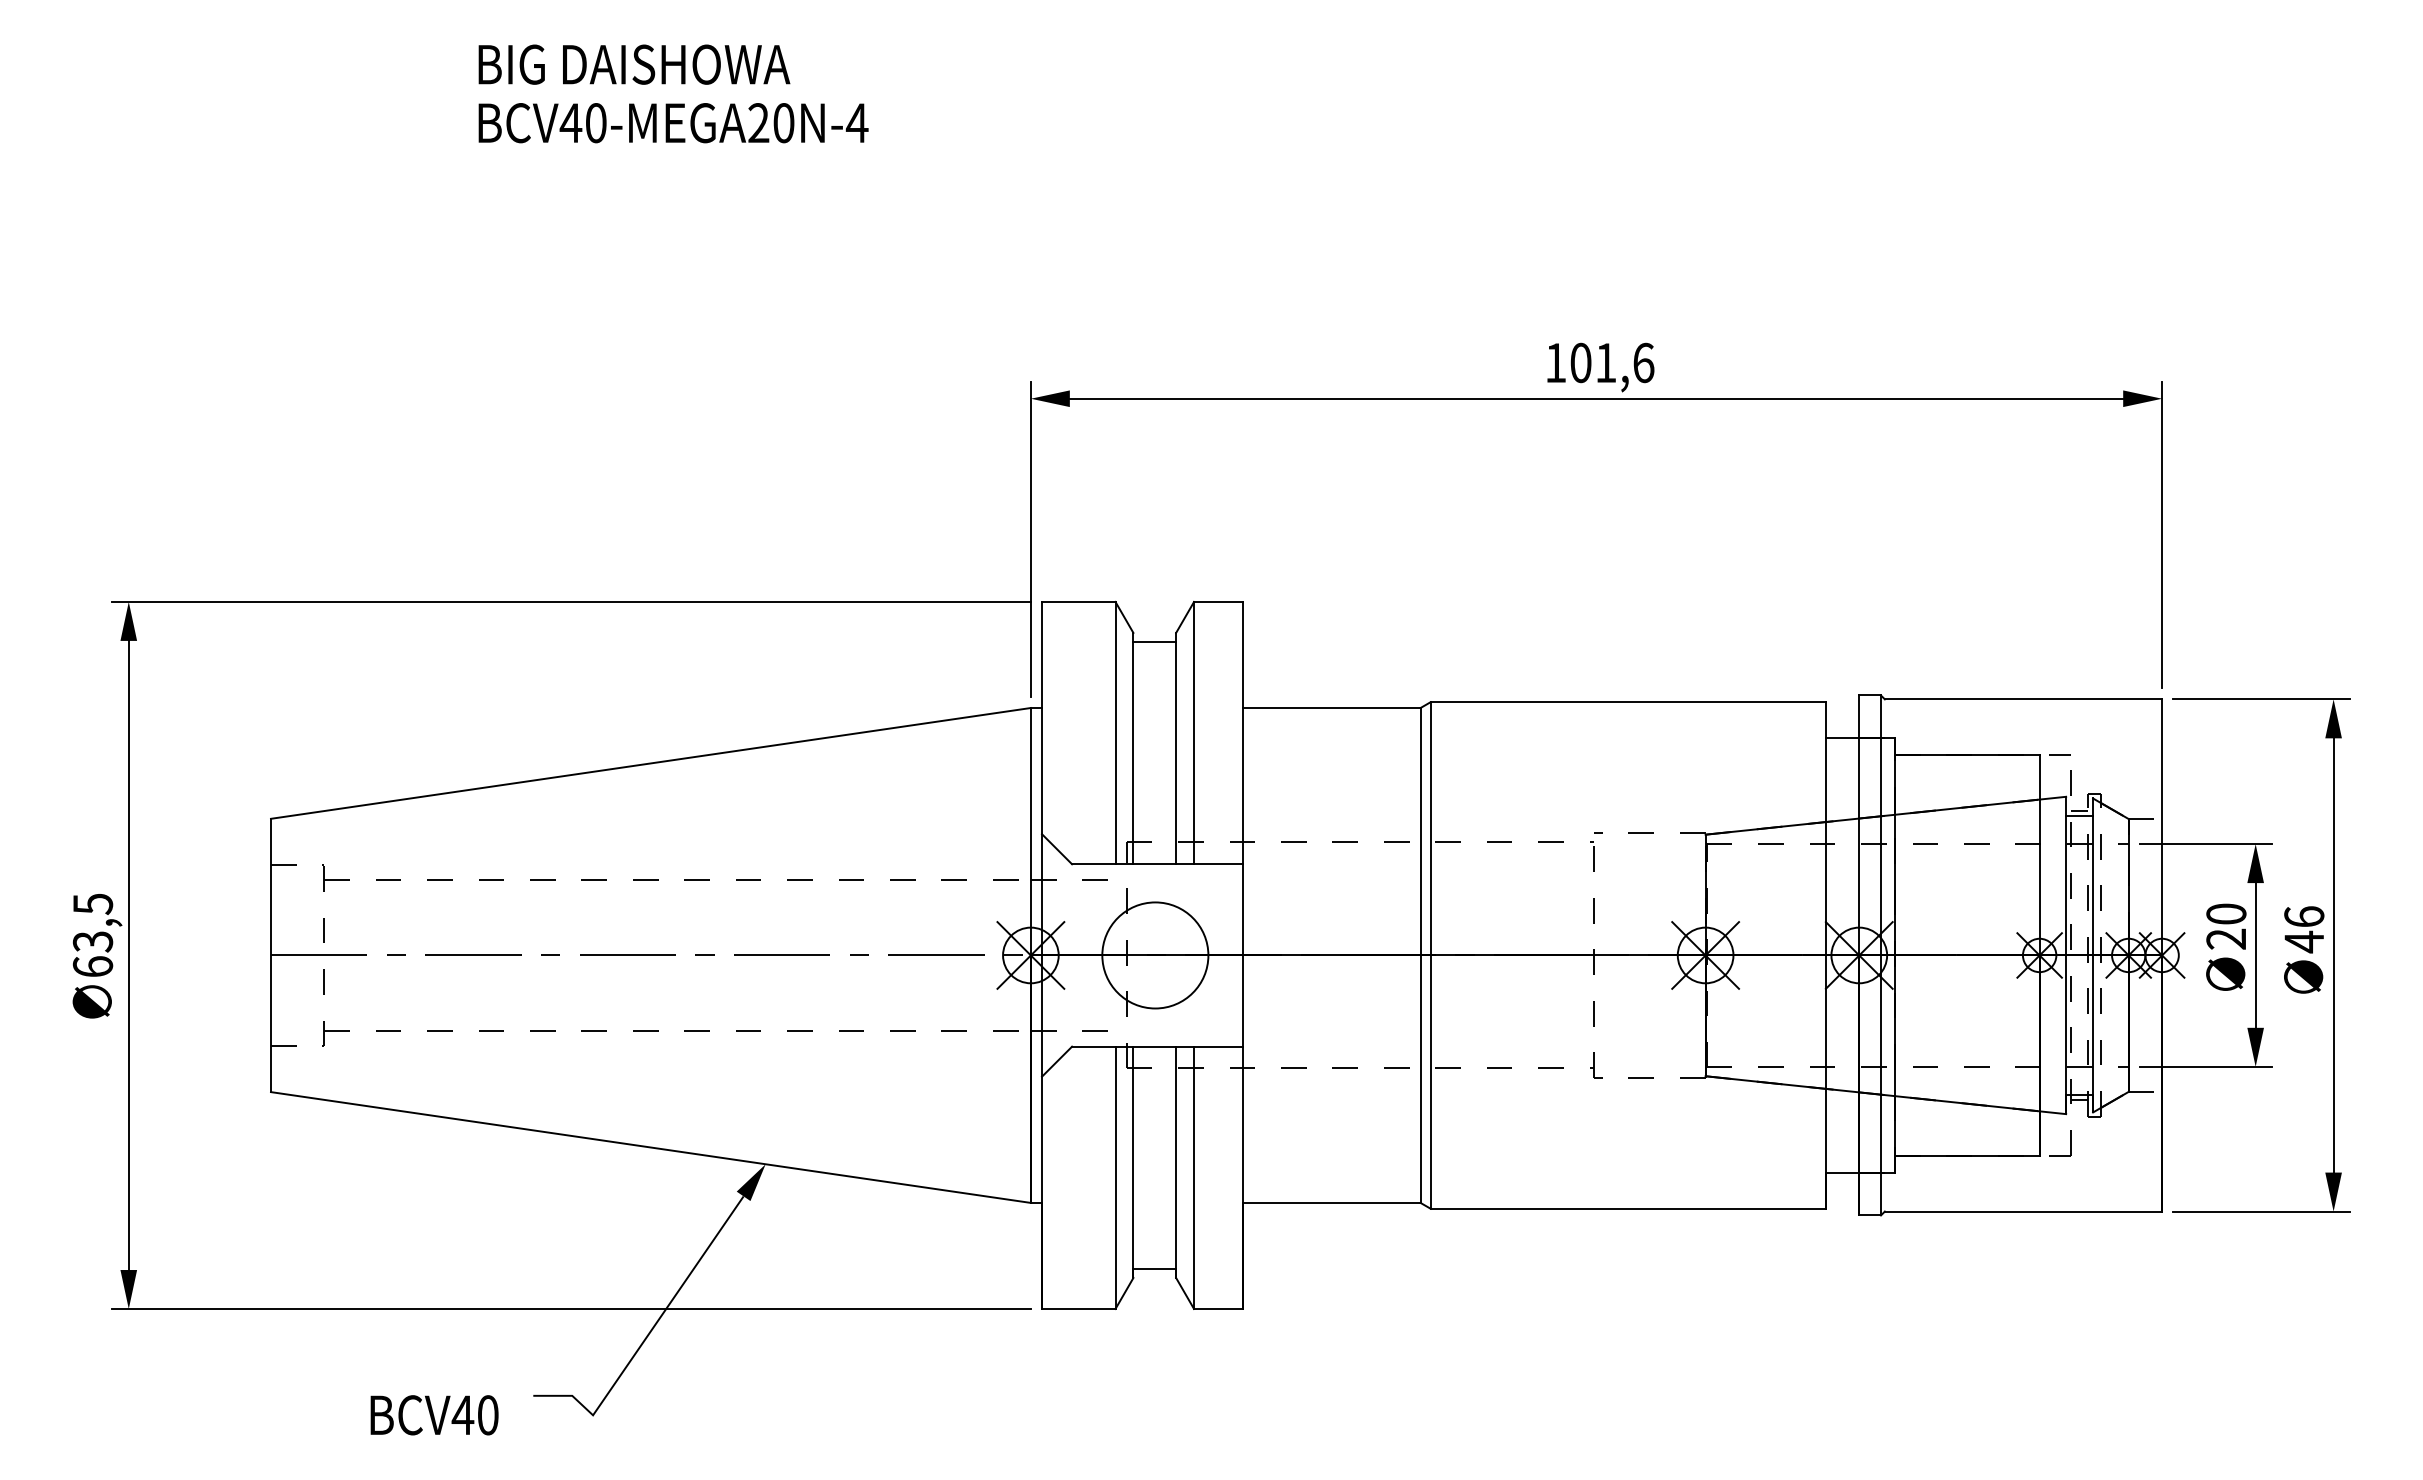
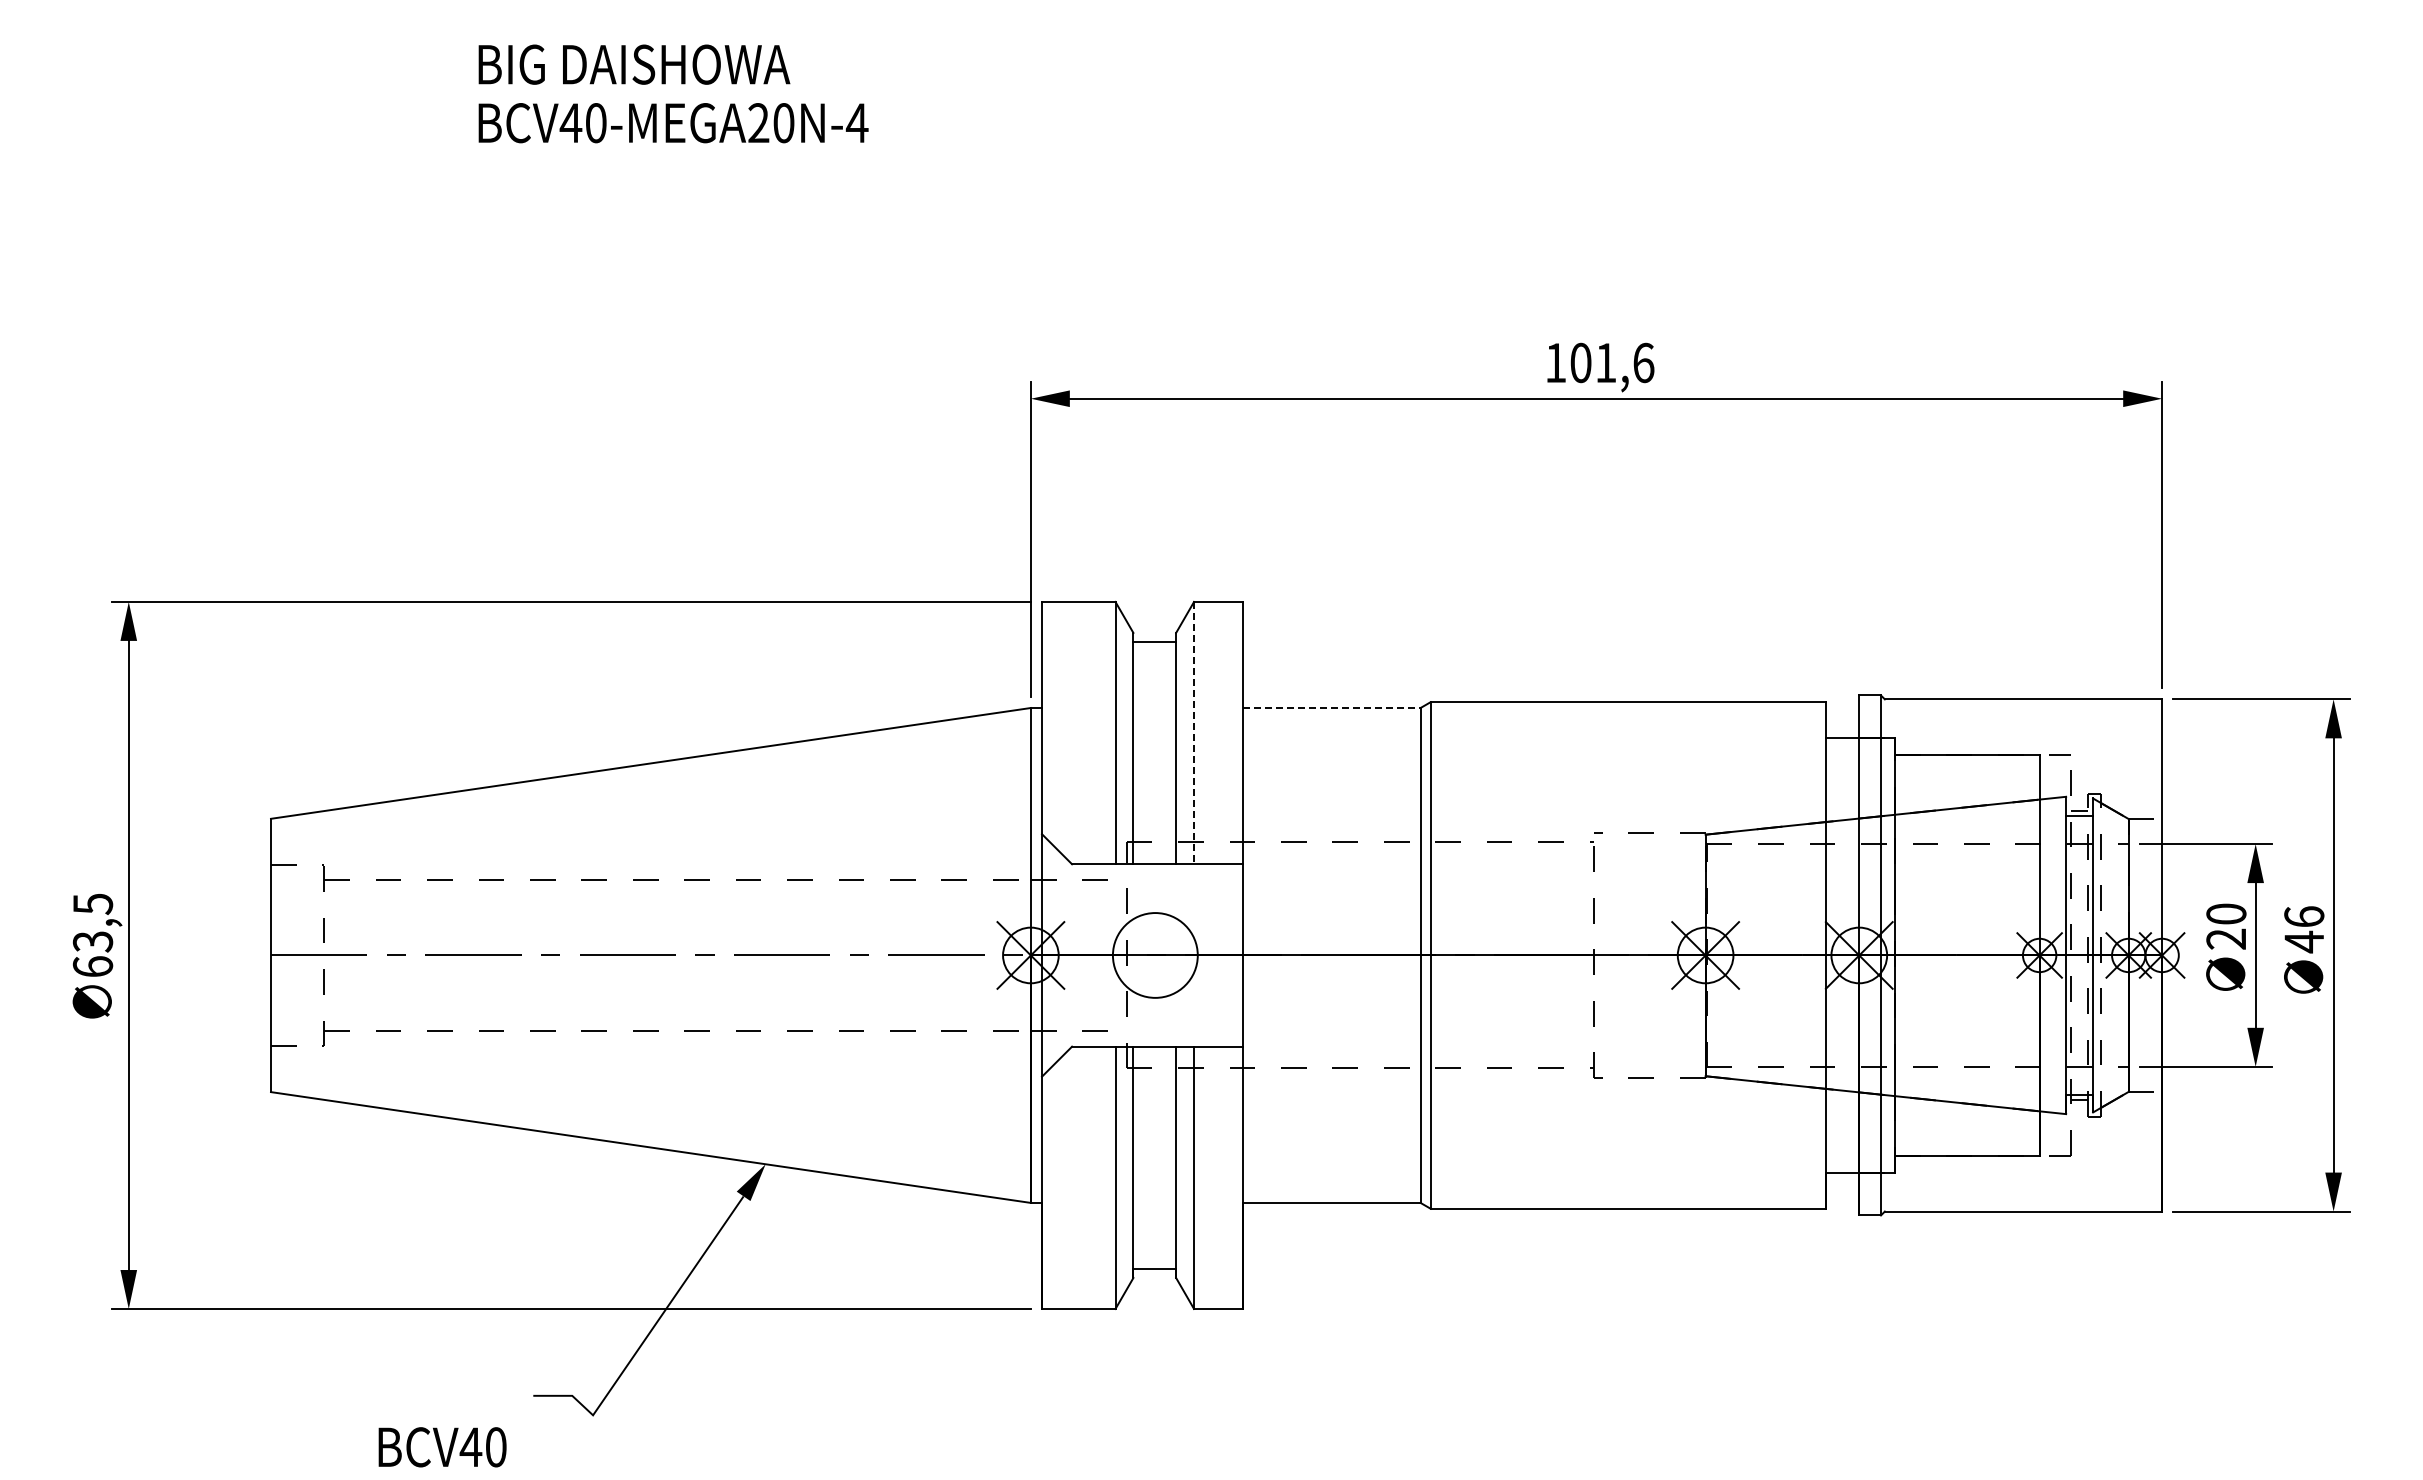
line at (1331, 708): solid -> dashed
line at (1194, 733): solid -> dashed
circle at (1155, 955) diameter: 106 px -> 85 px
text at (434, 1415) position: (434, 1415) -> (442, 1447)
